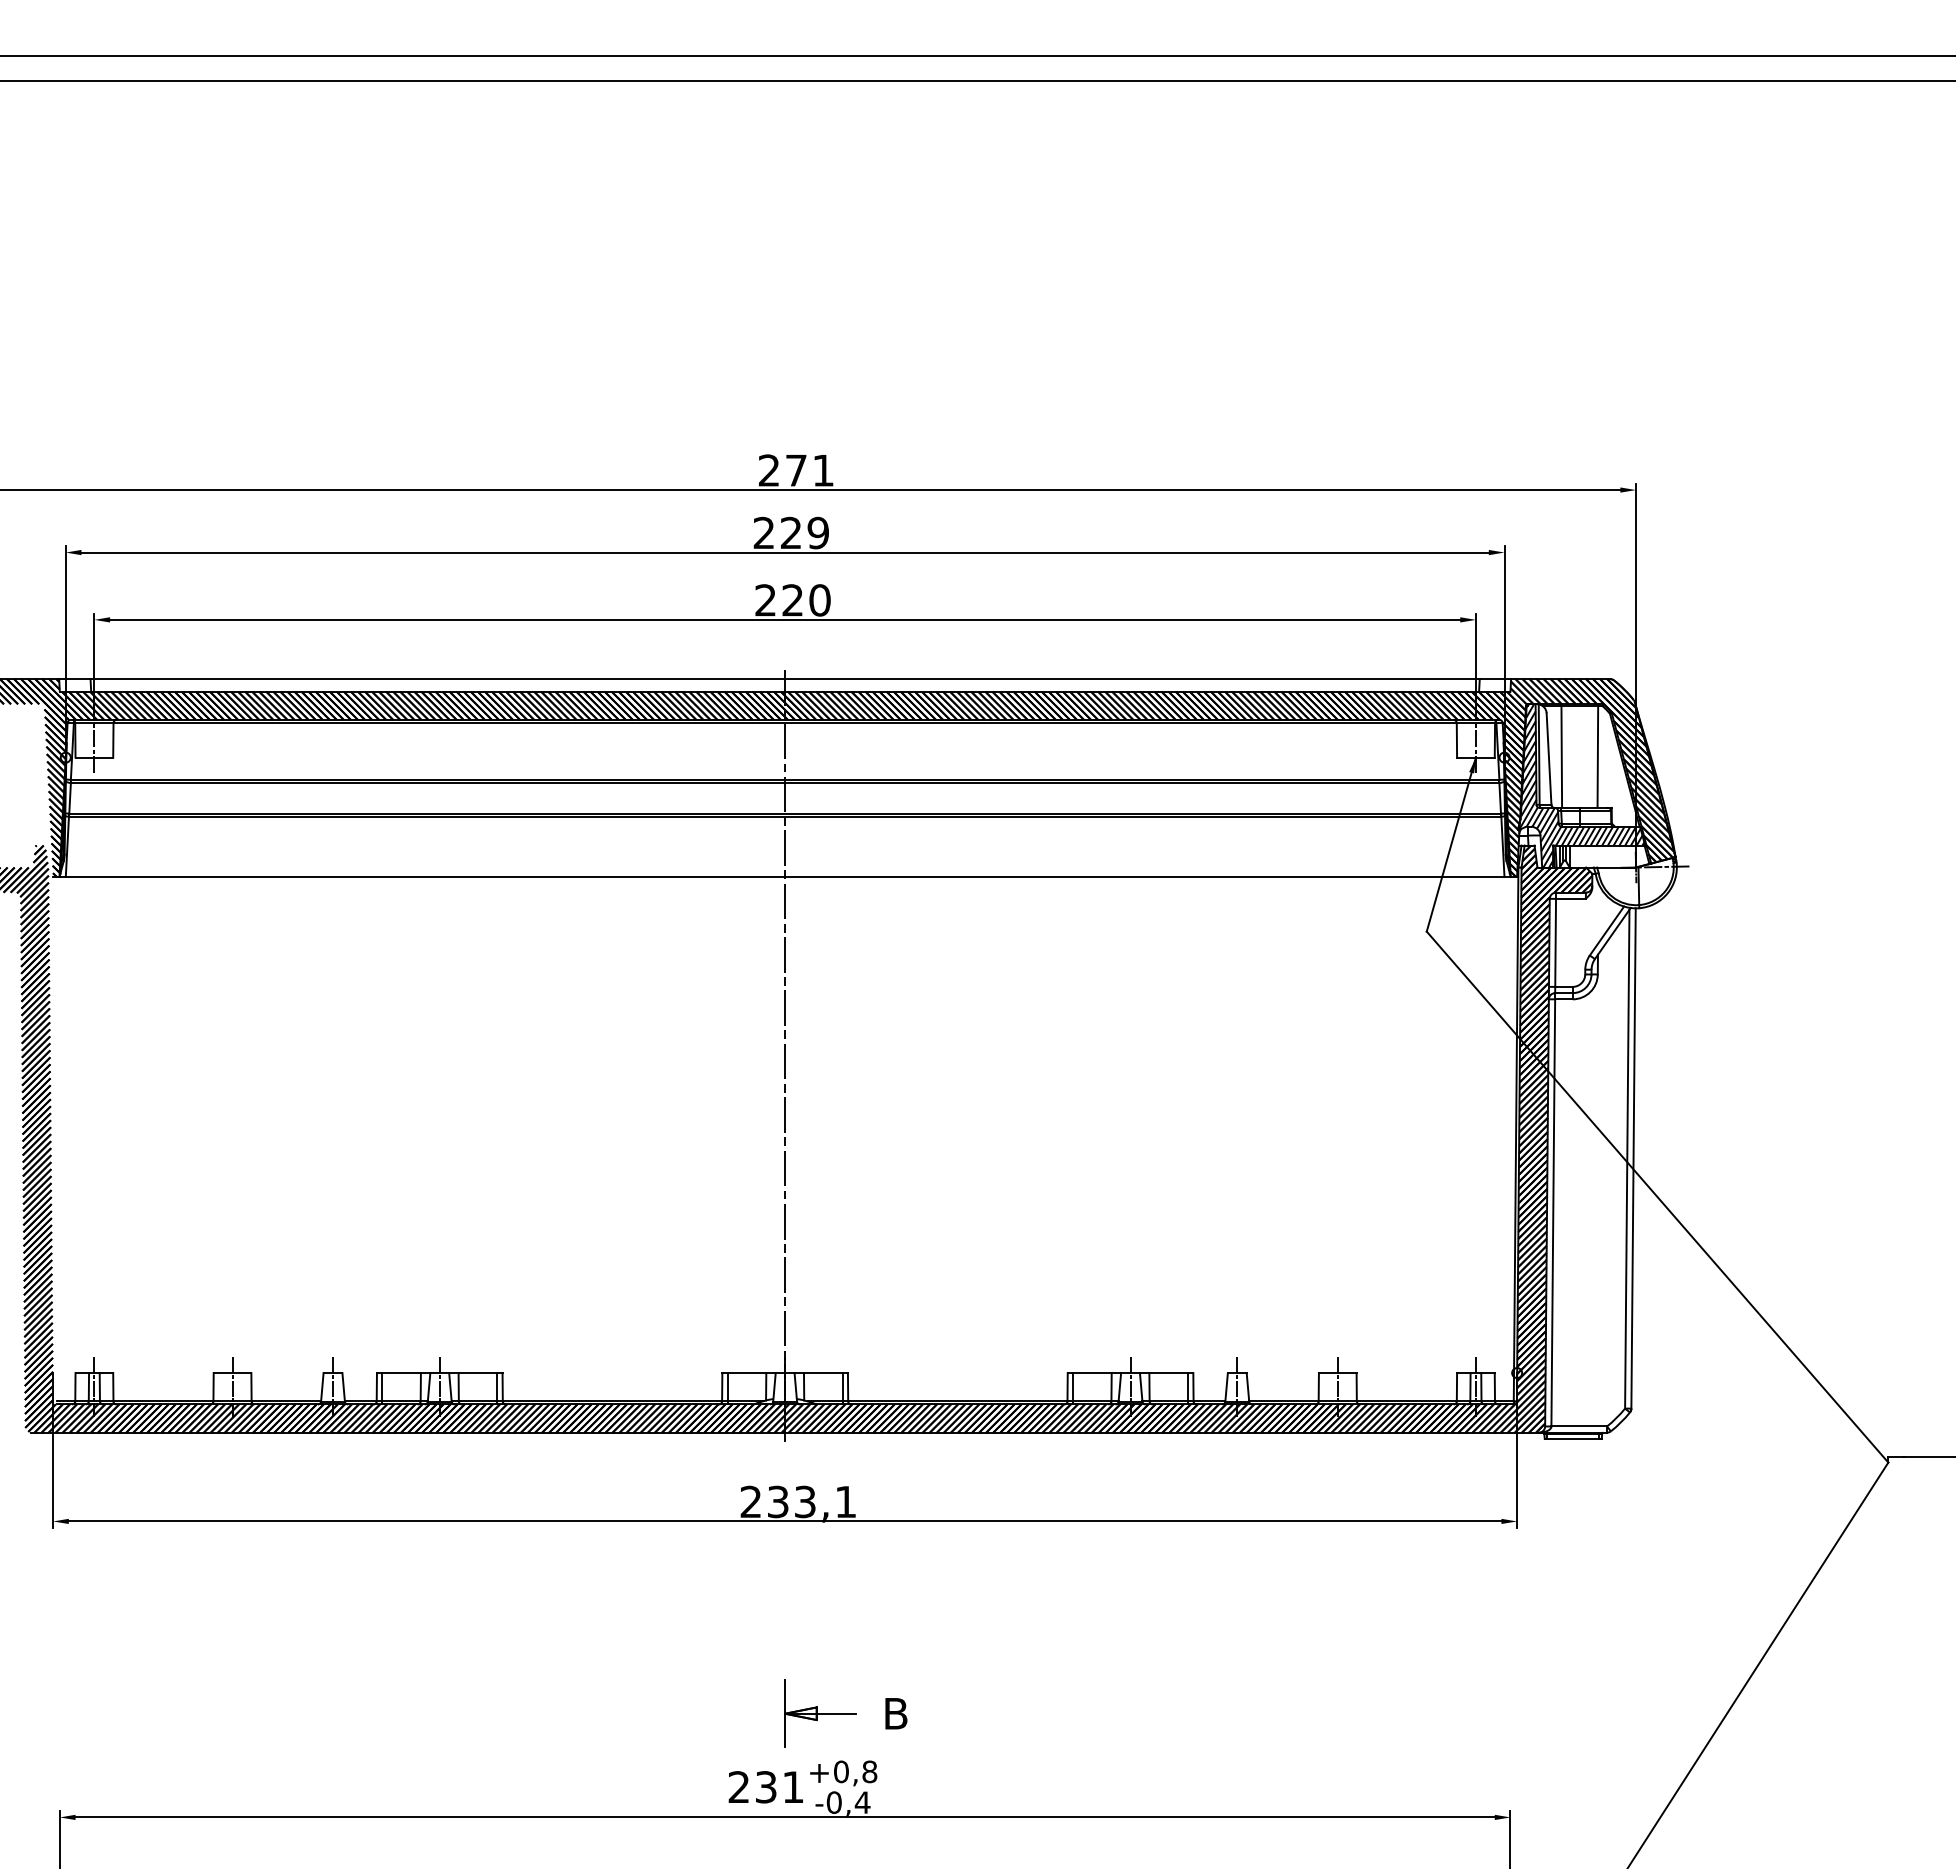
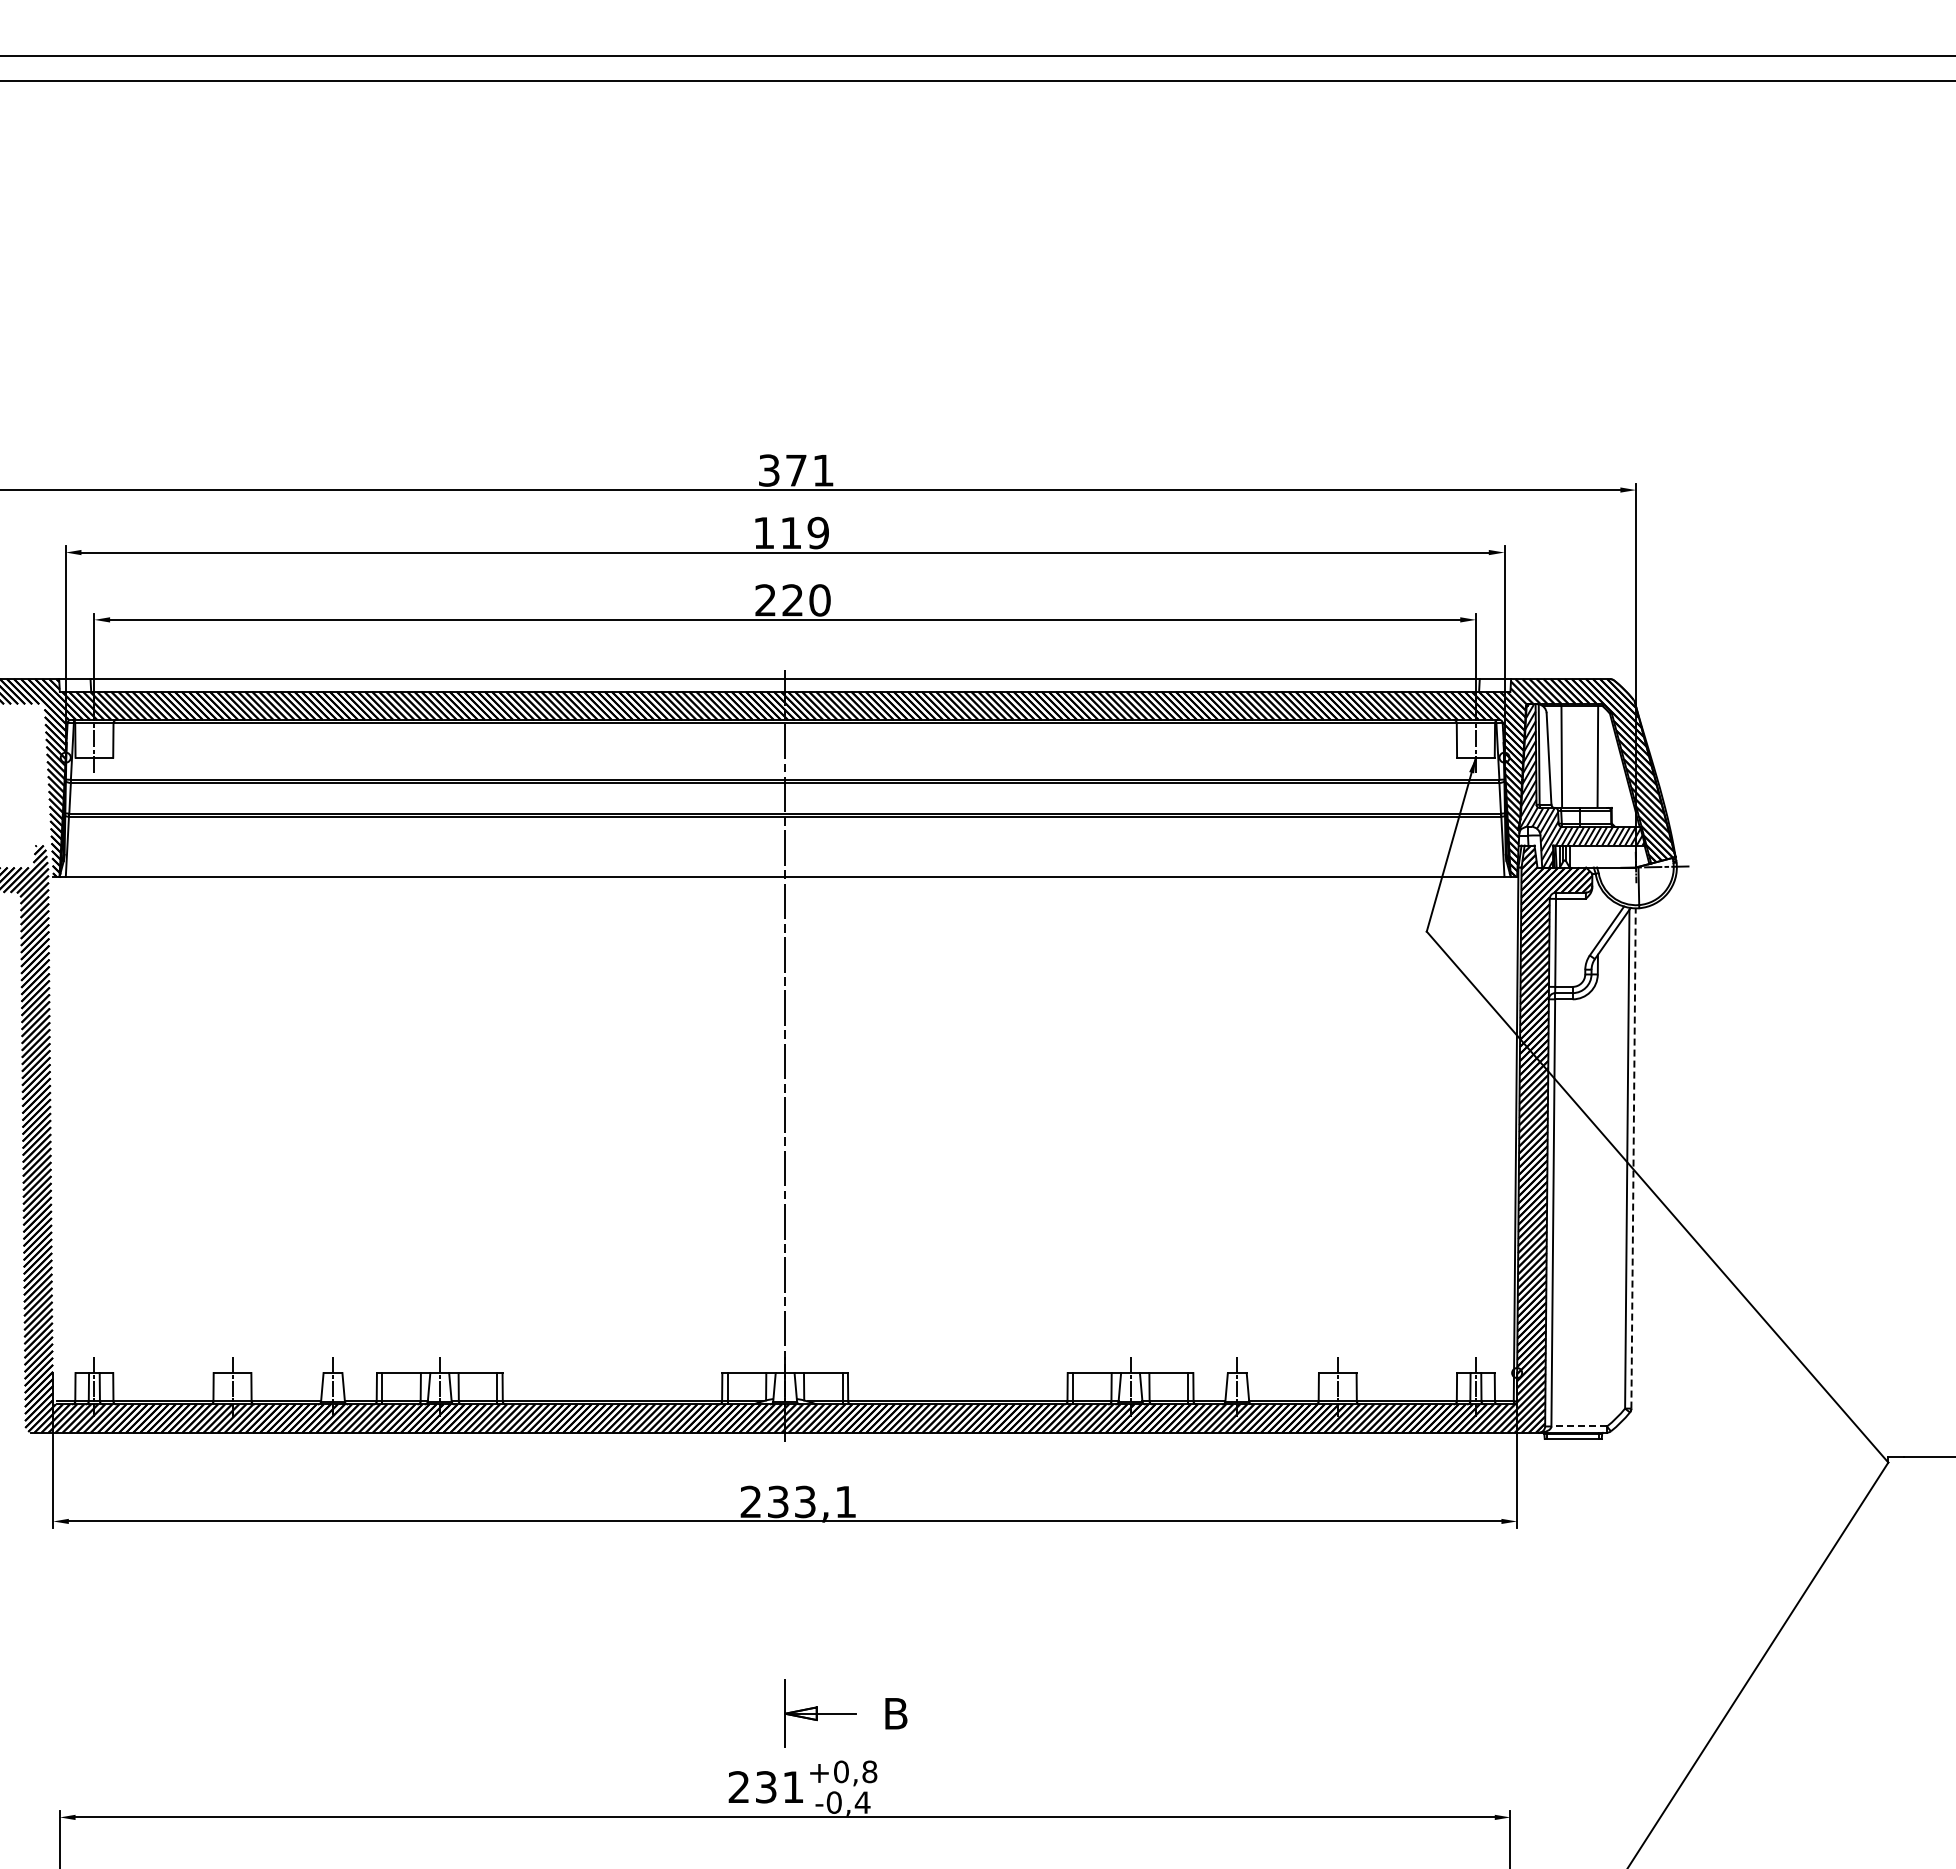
text at (769, 470): 271 -> 371
text at (776, 532): 229 -> 119
line at (1633, 1157): solid -> dashed
line at (1579, 1426): solid -> dashed
